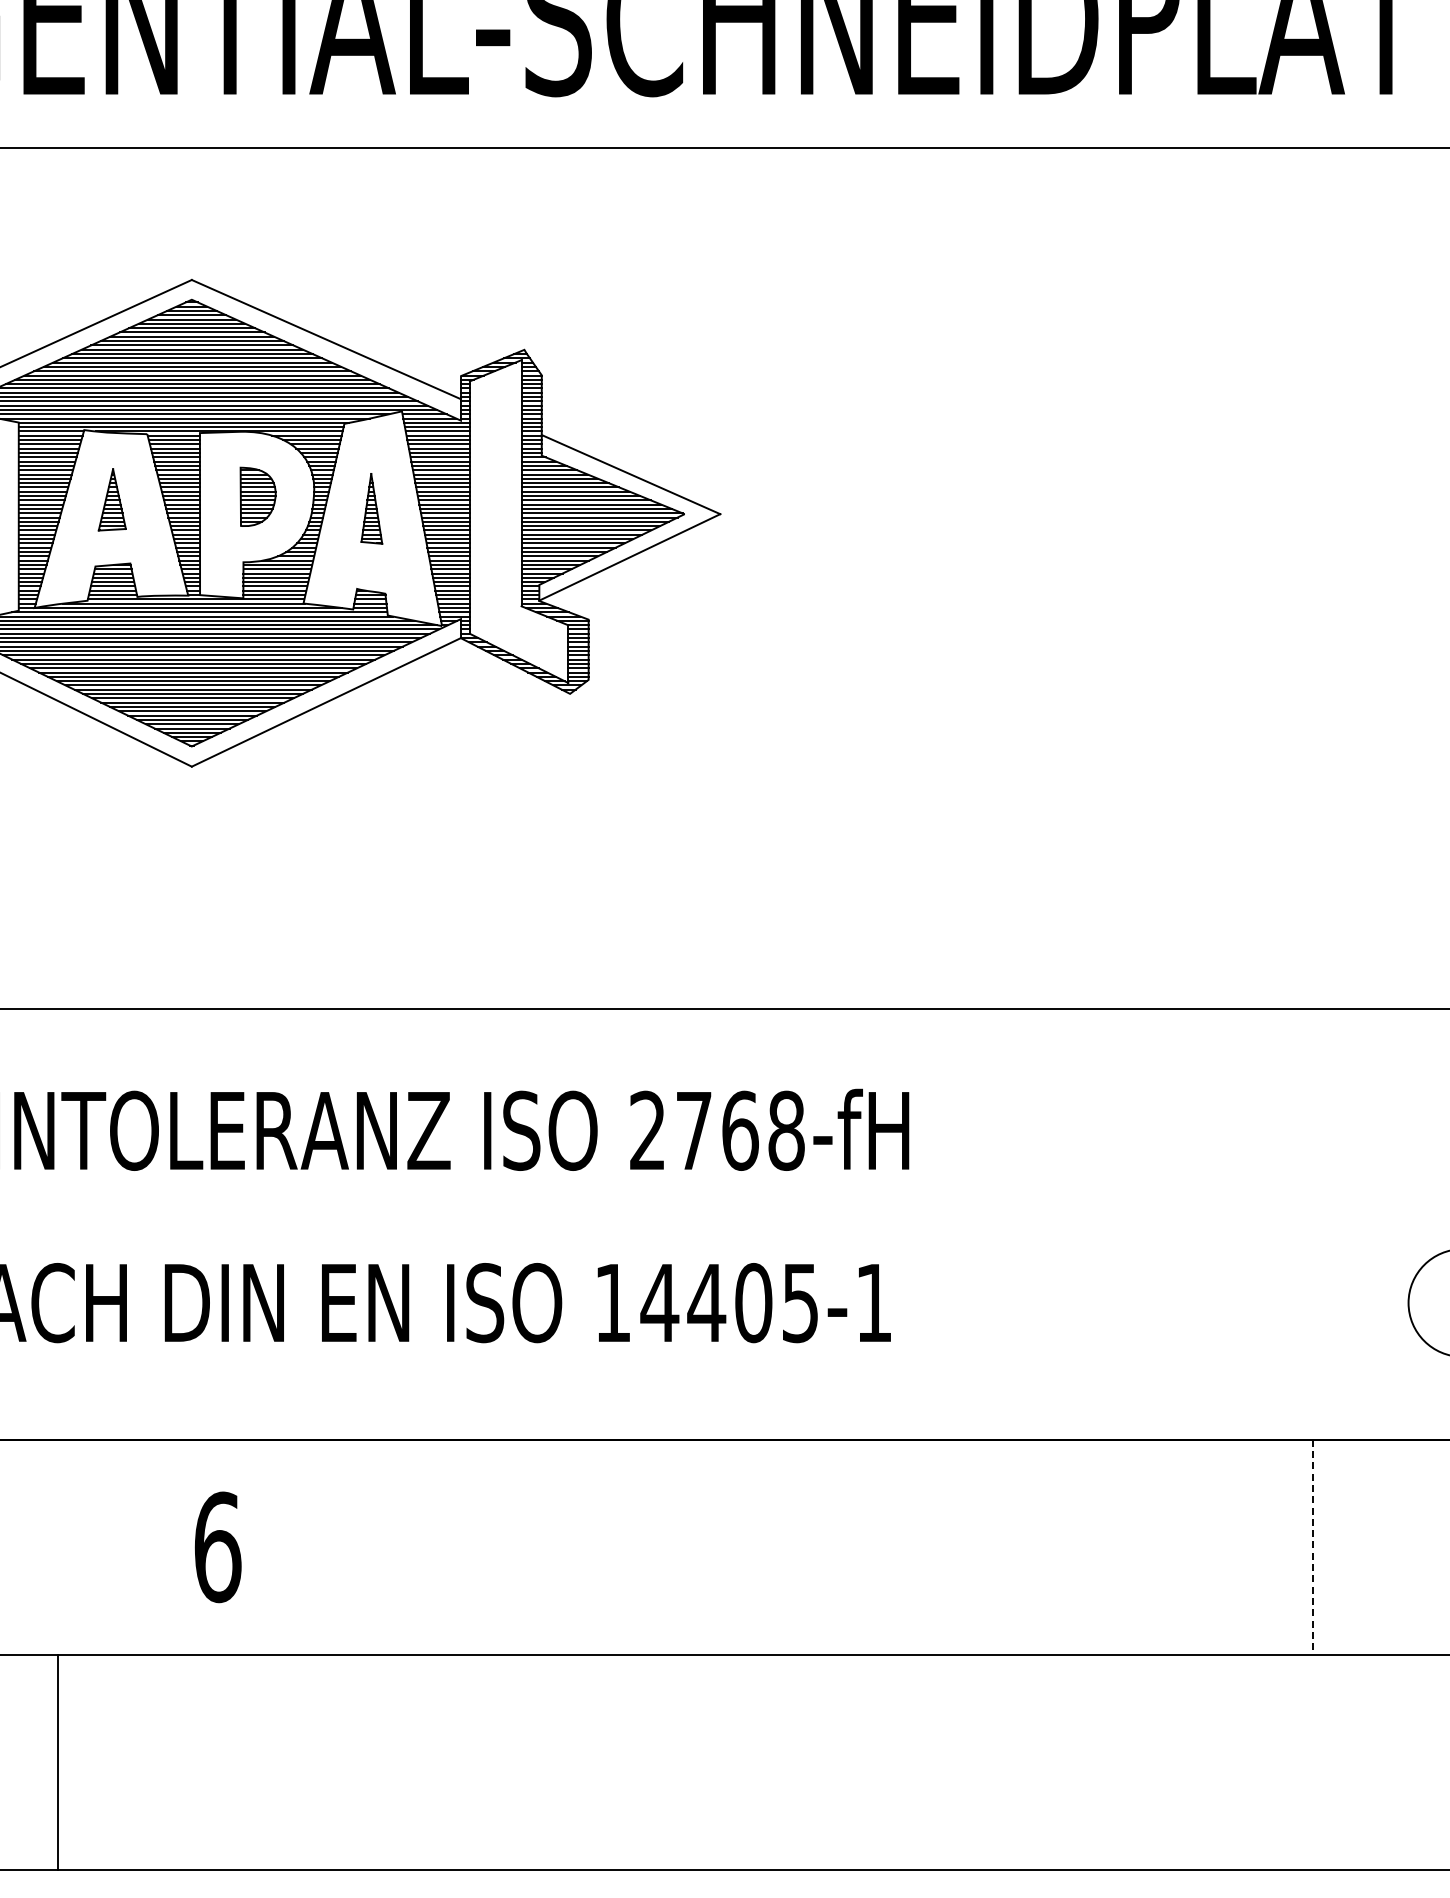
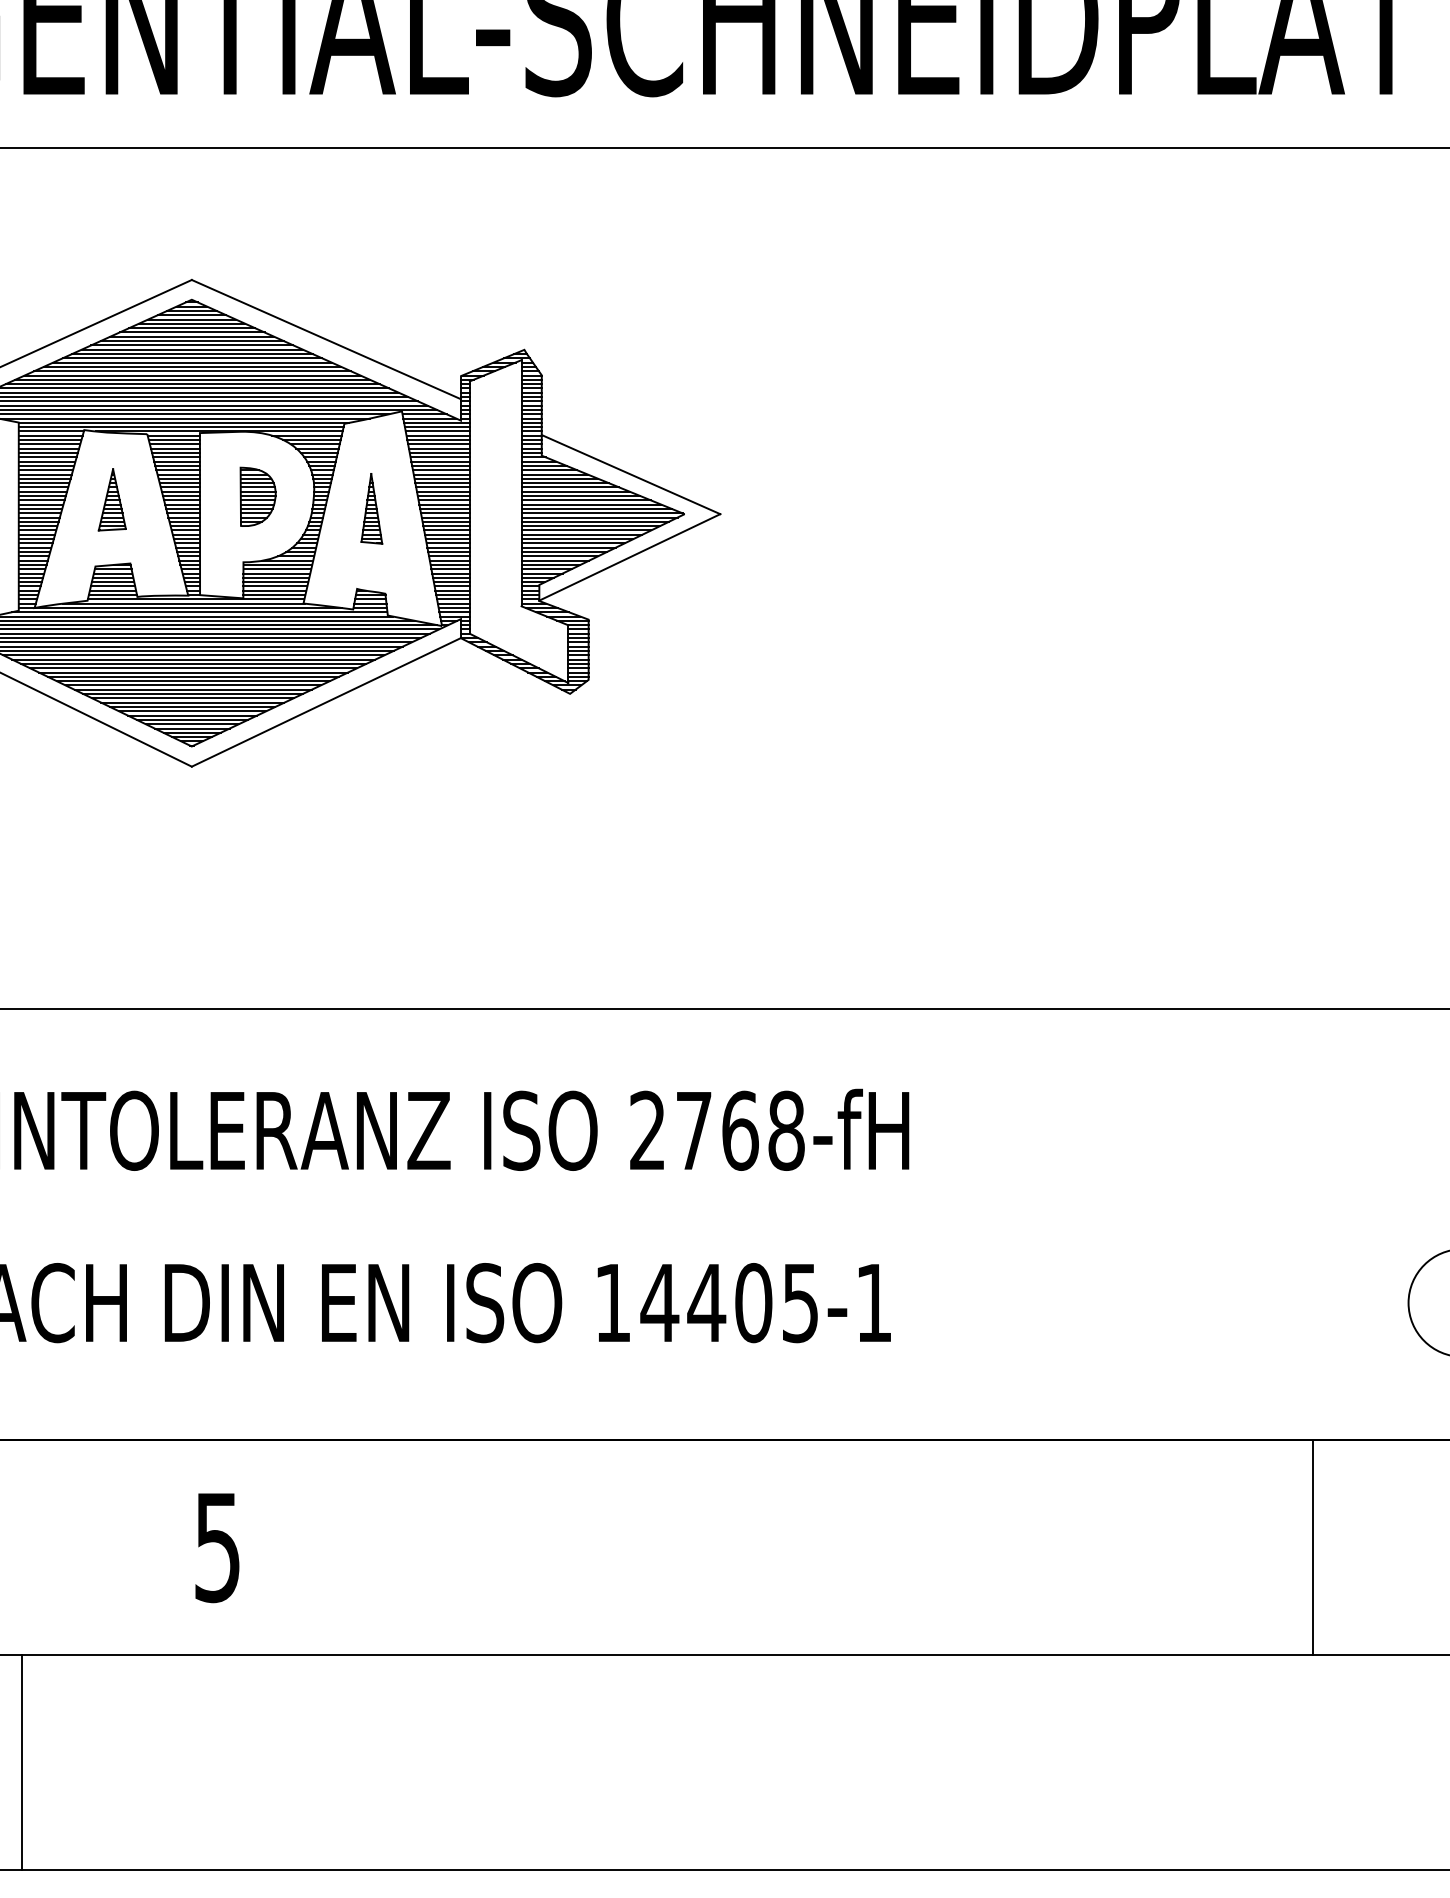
text at (217, 1547): 6 -> 5
line at (1313, 1547): dashed -> solid
line at (57, 1762) position: (57, 1762) -> (21, 1762)
